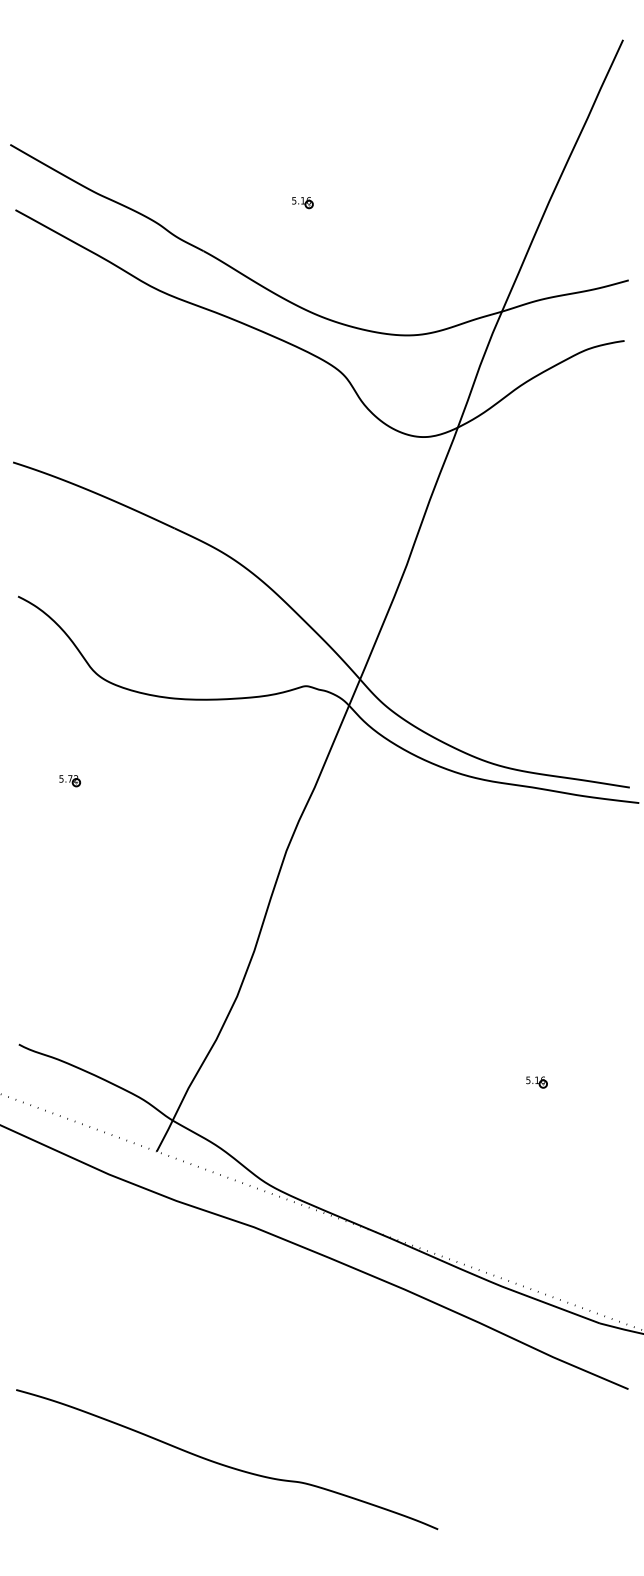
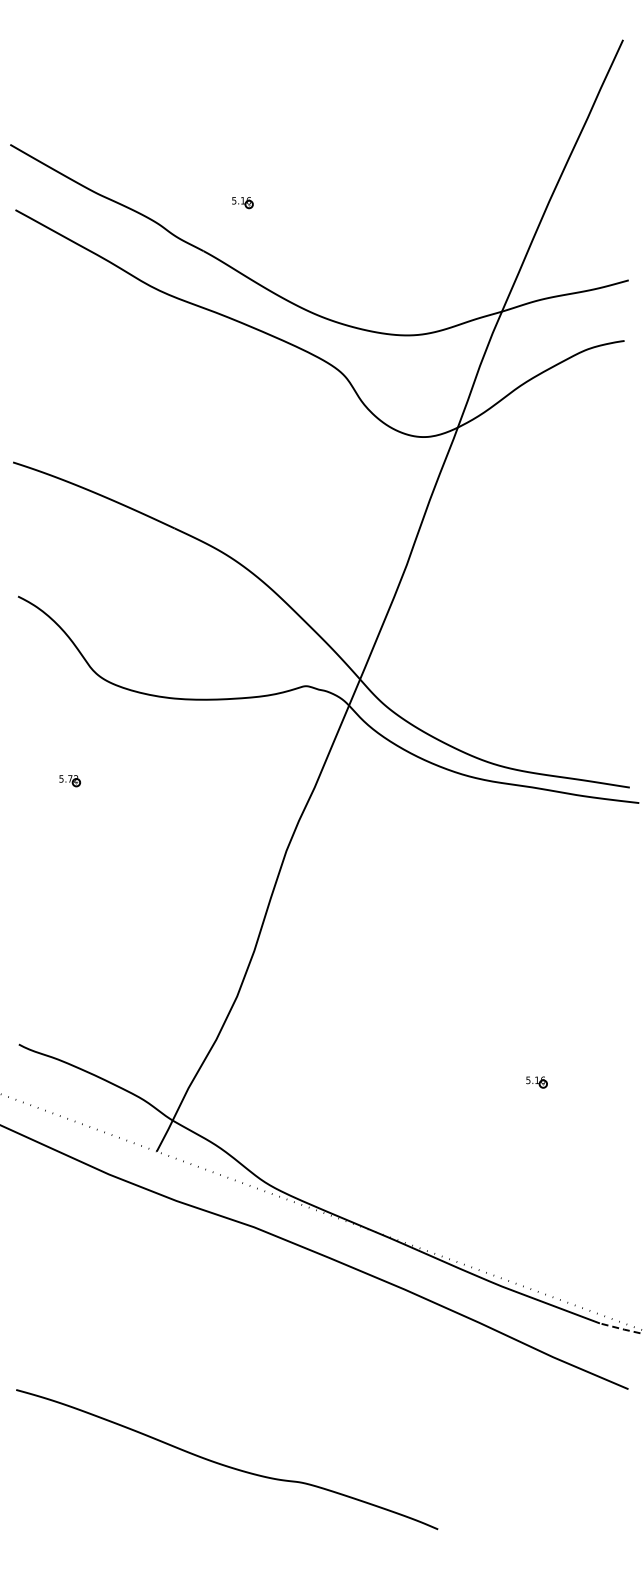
part at (302, 203) position: (302, 203) -> (242, 203)
line at (621, 1328): solid -> dashed
